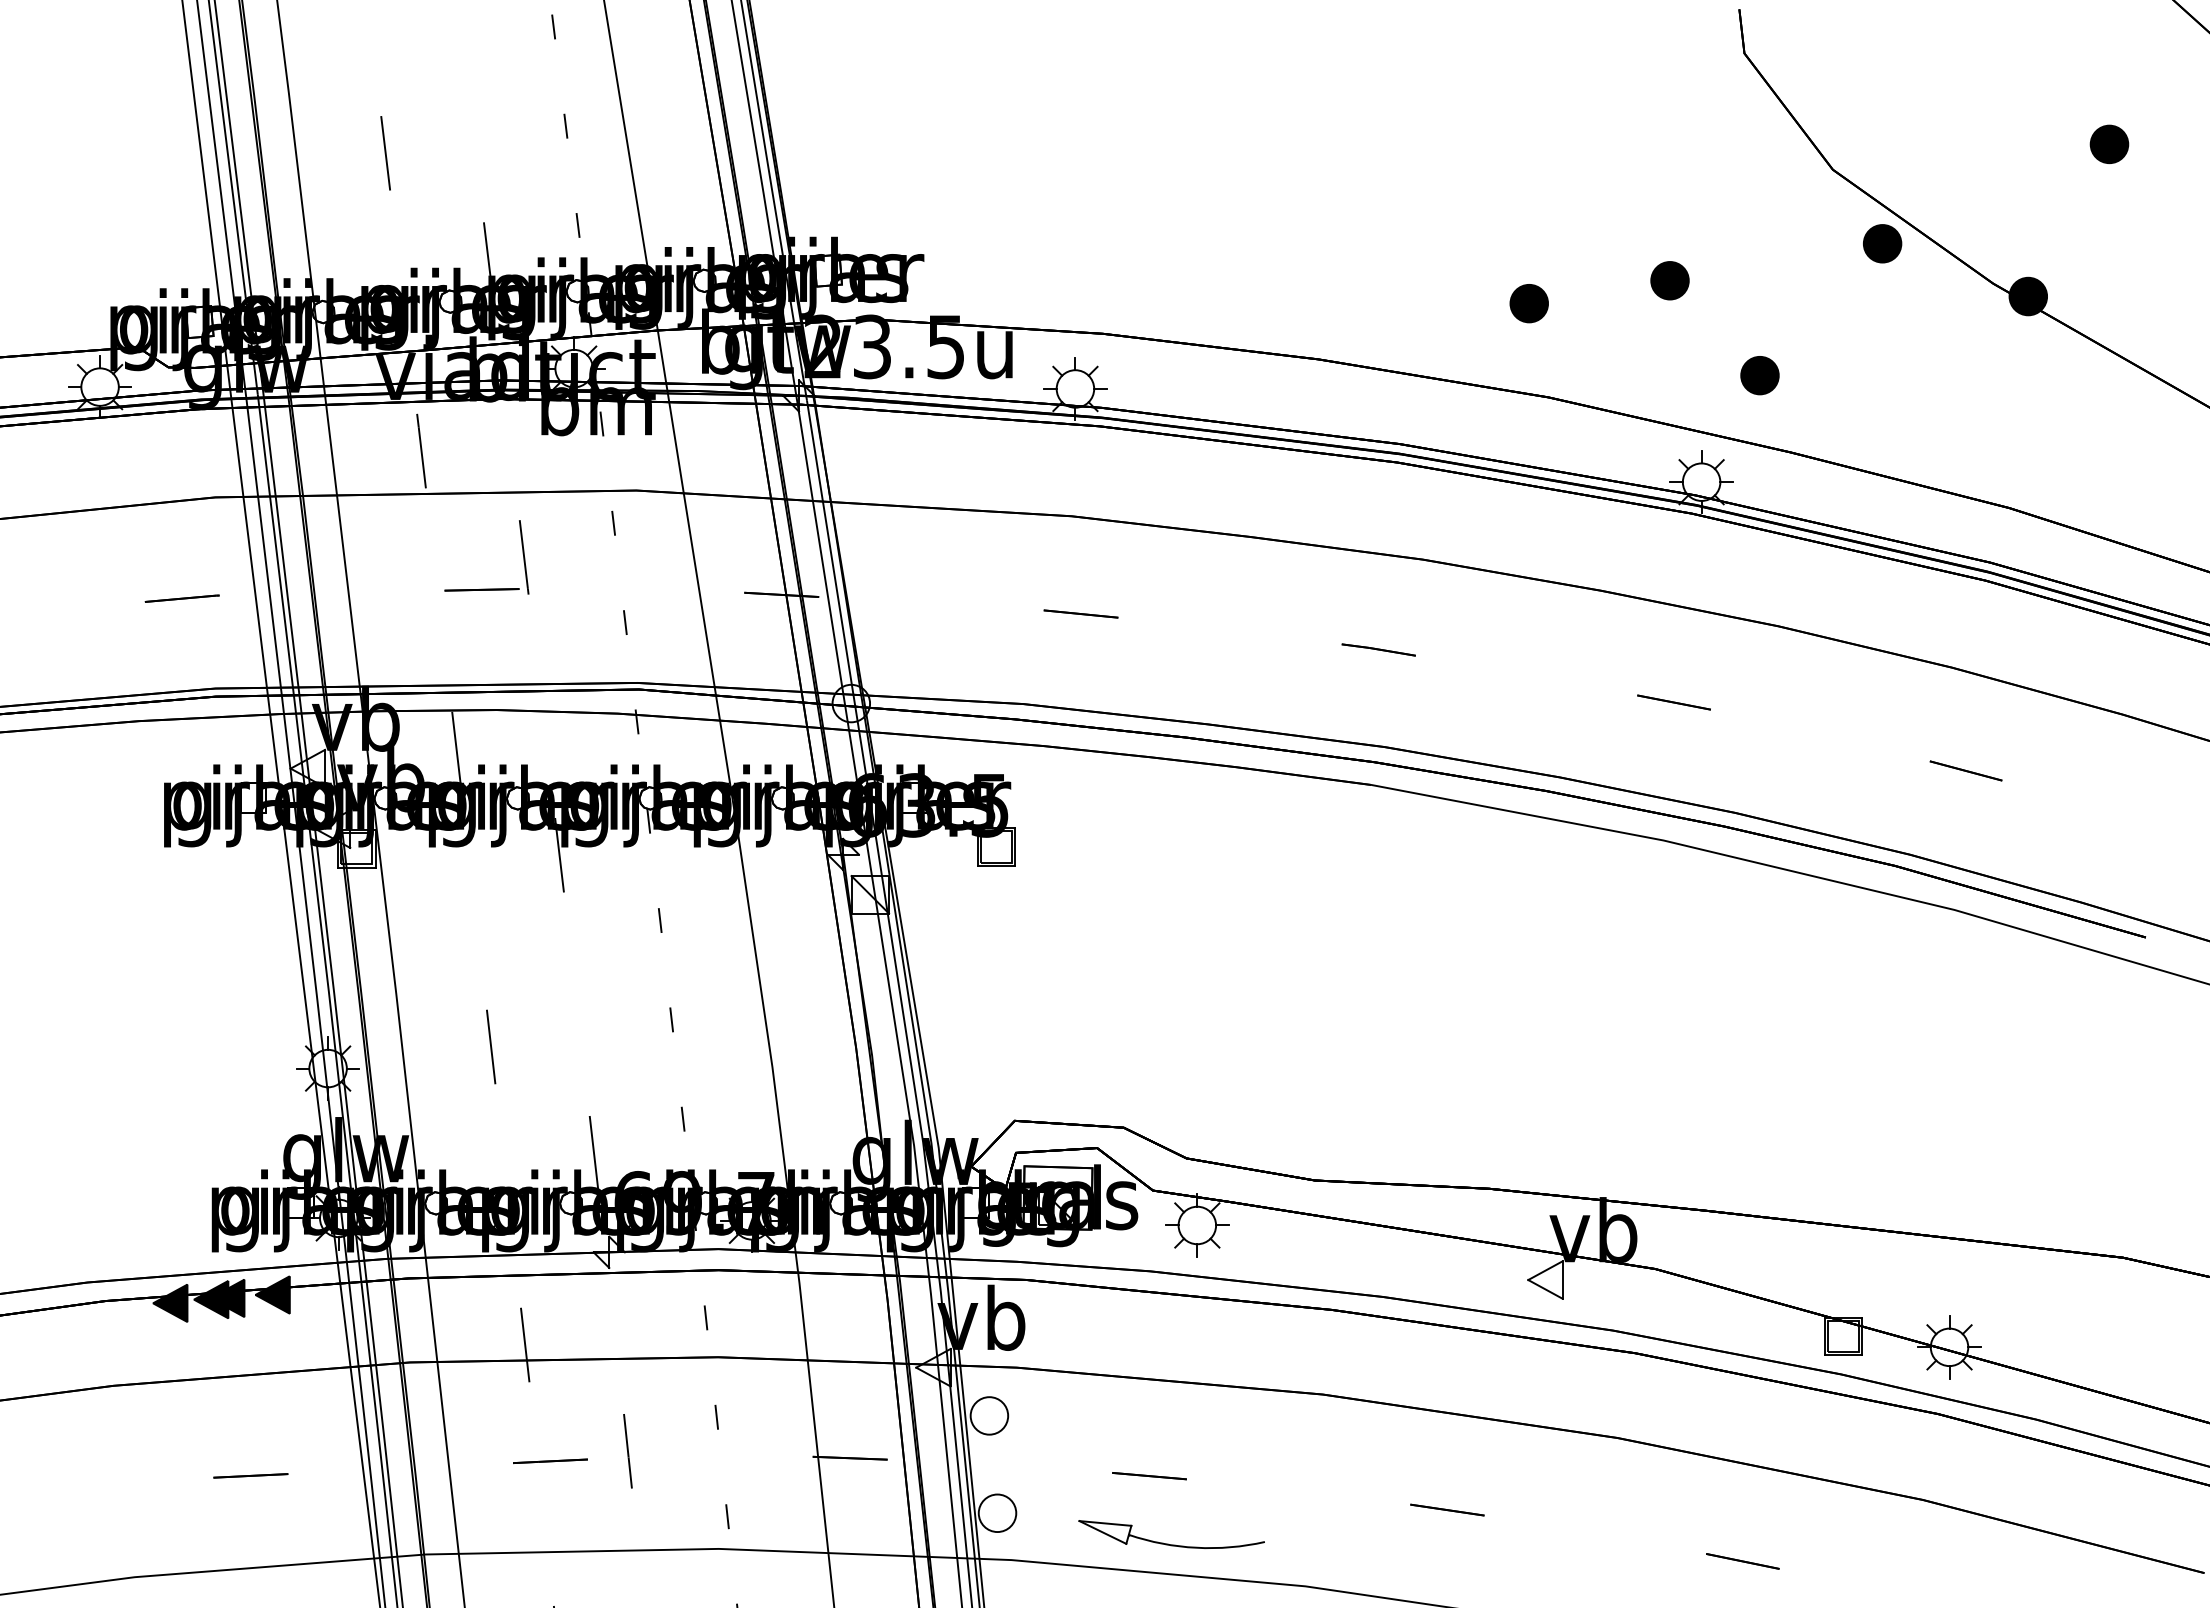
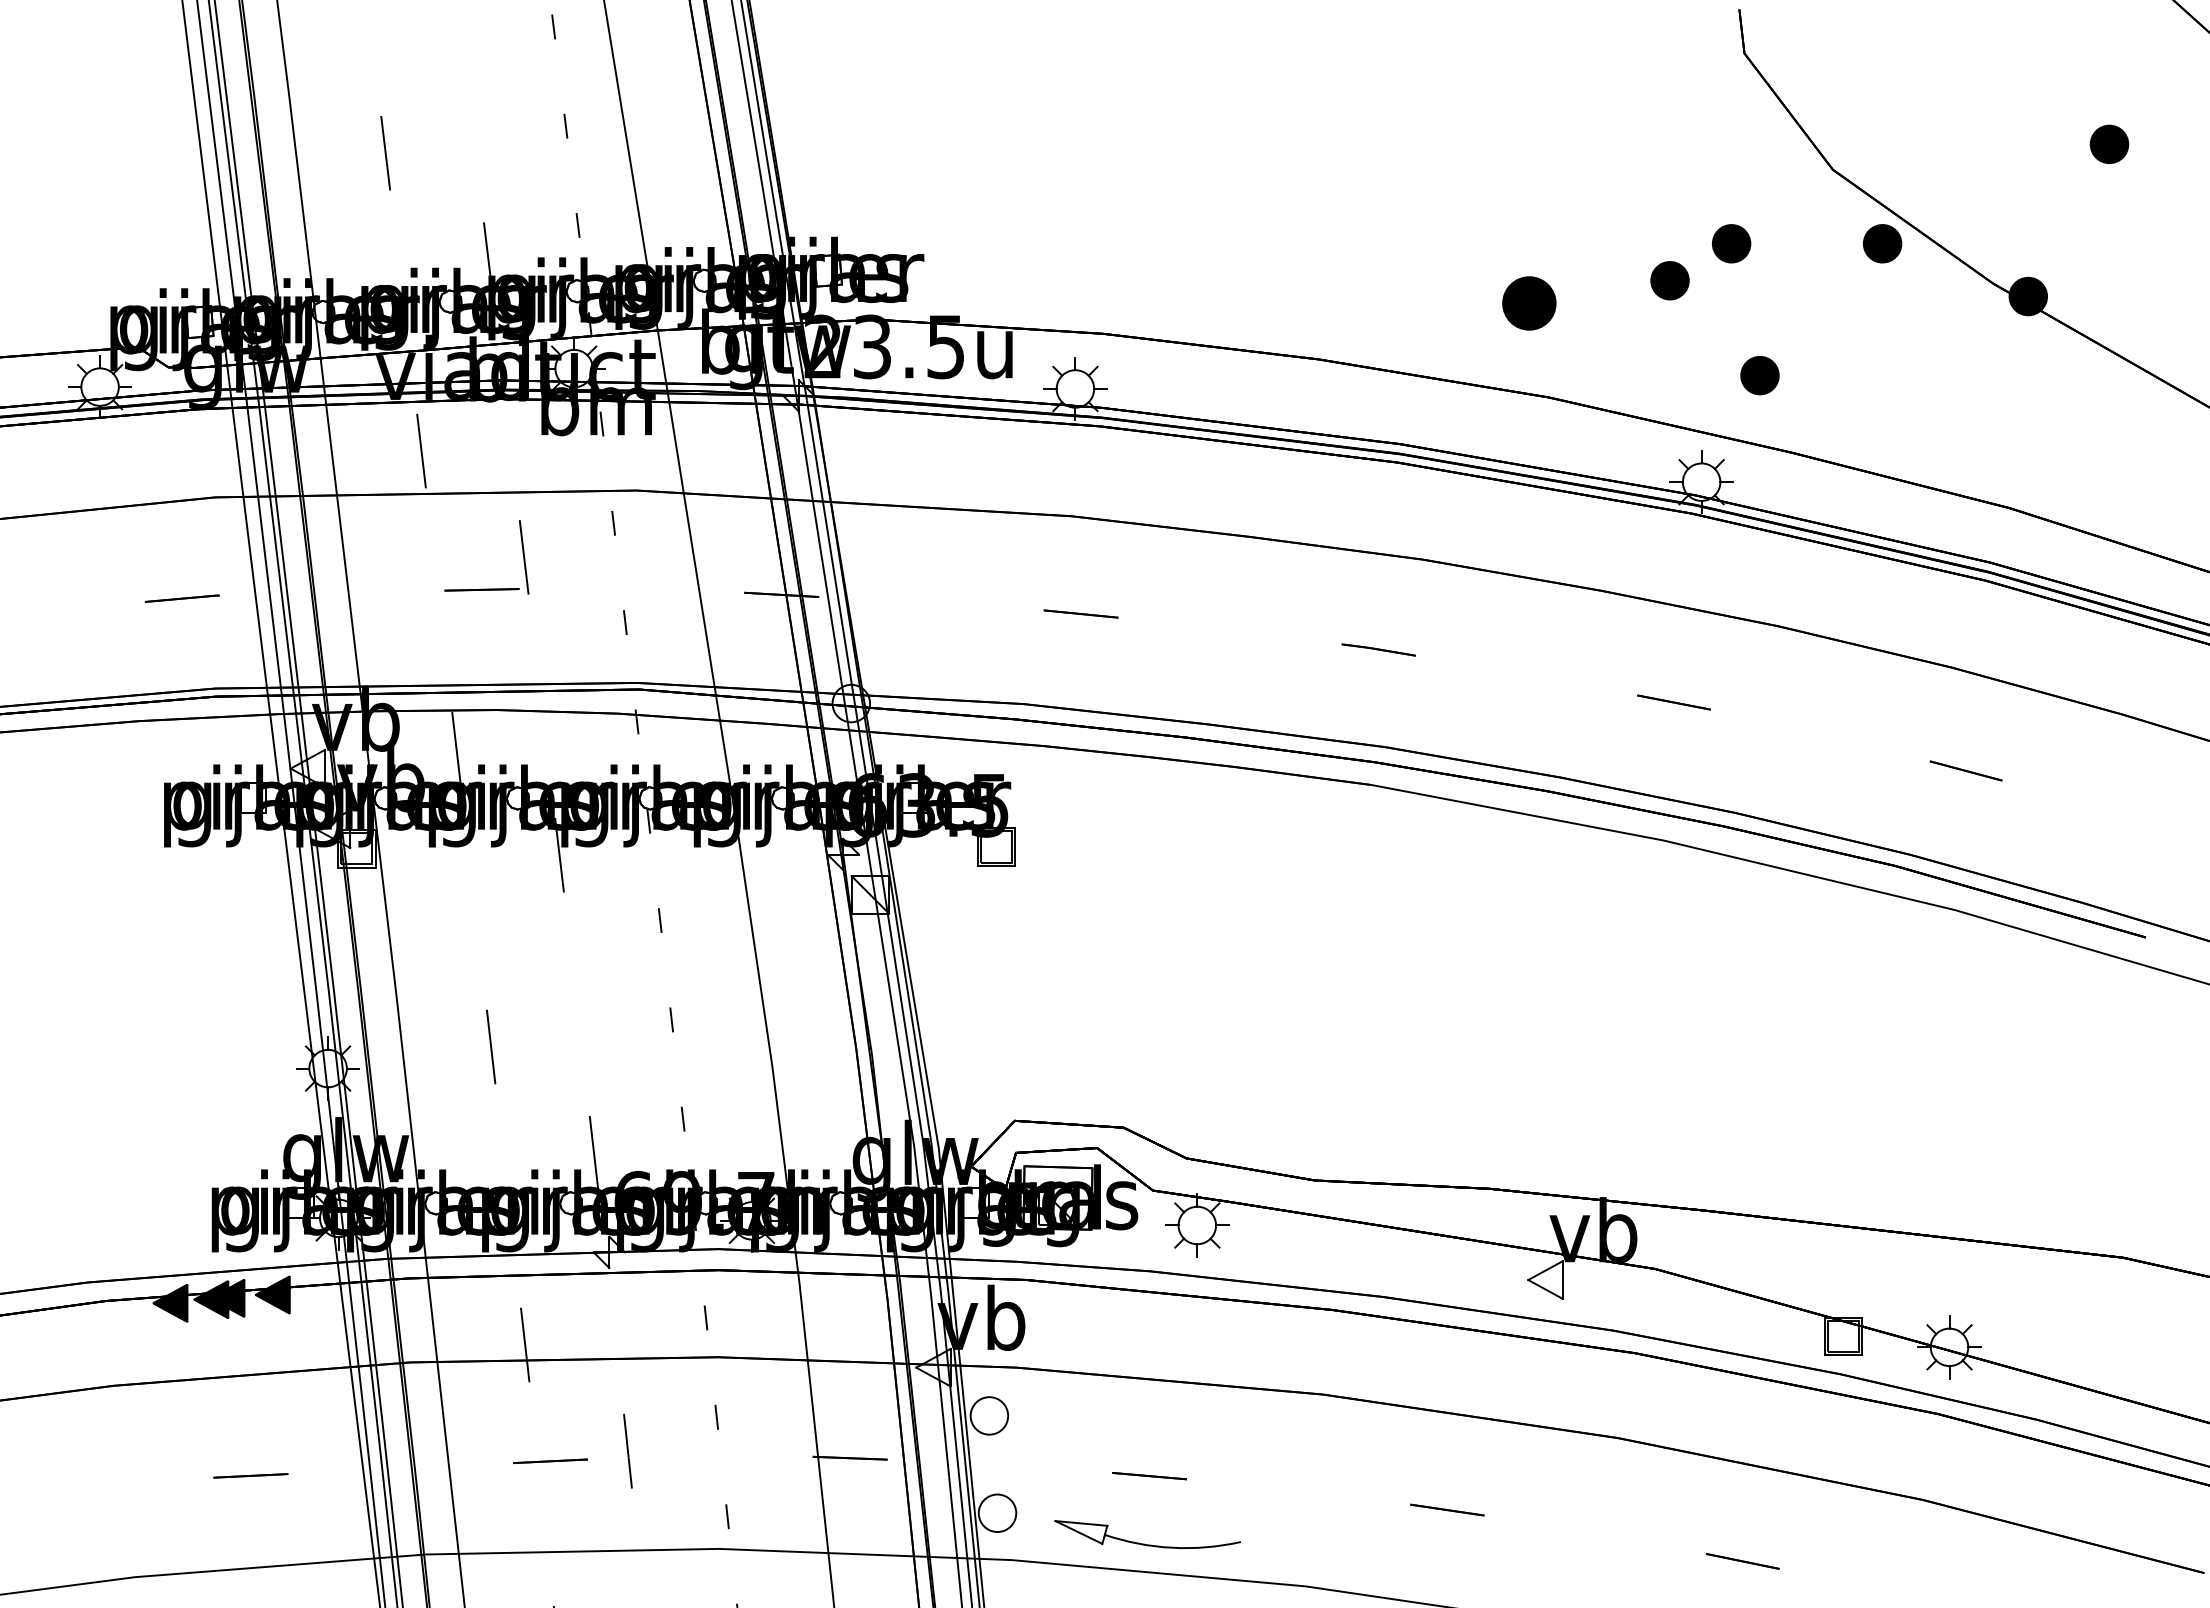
part at (1731, 243): none -> present
part at (1528, 303) size: 40x40 px -> 55x55 px
part at (1168, 1543) position: (1168, 1543) -> (1144, 1543)
